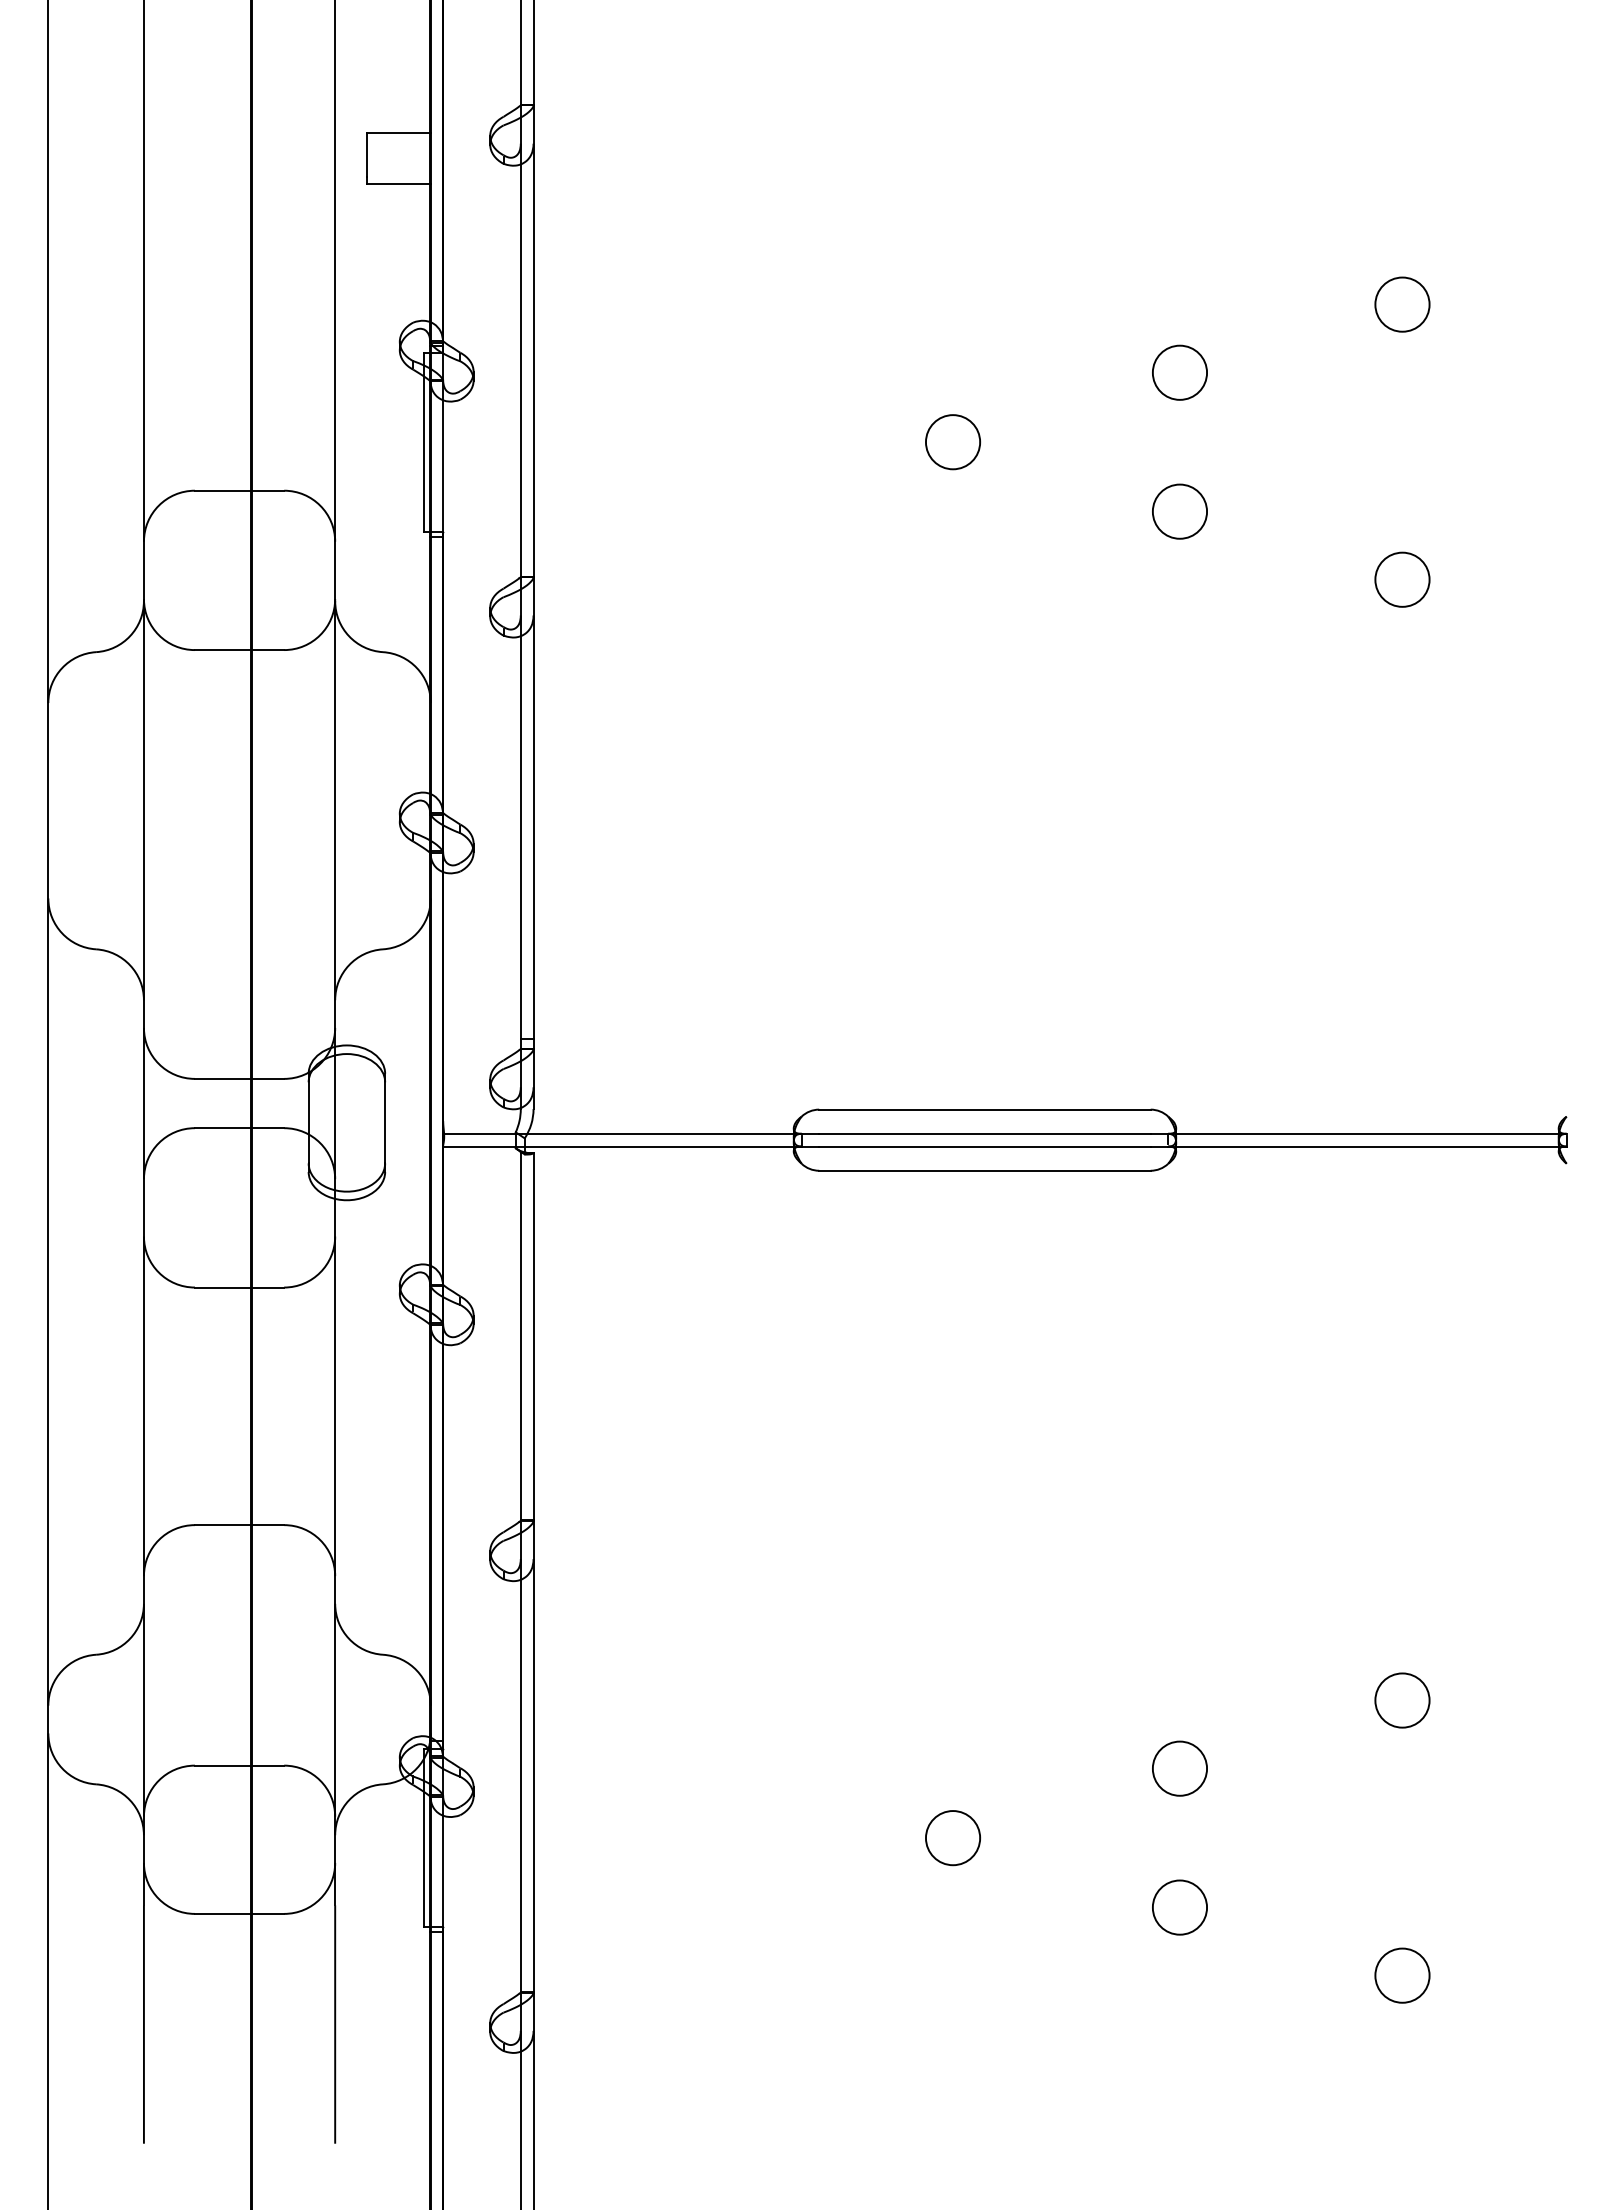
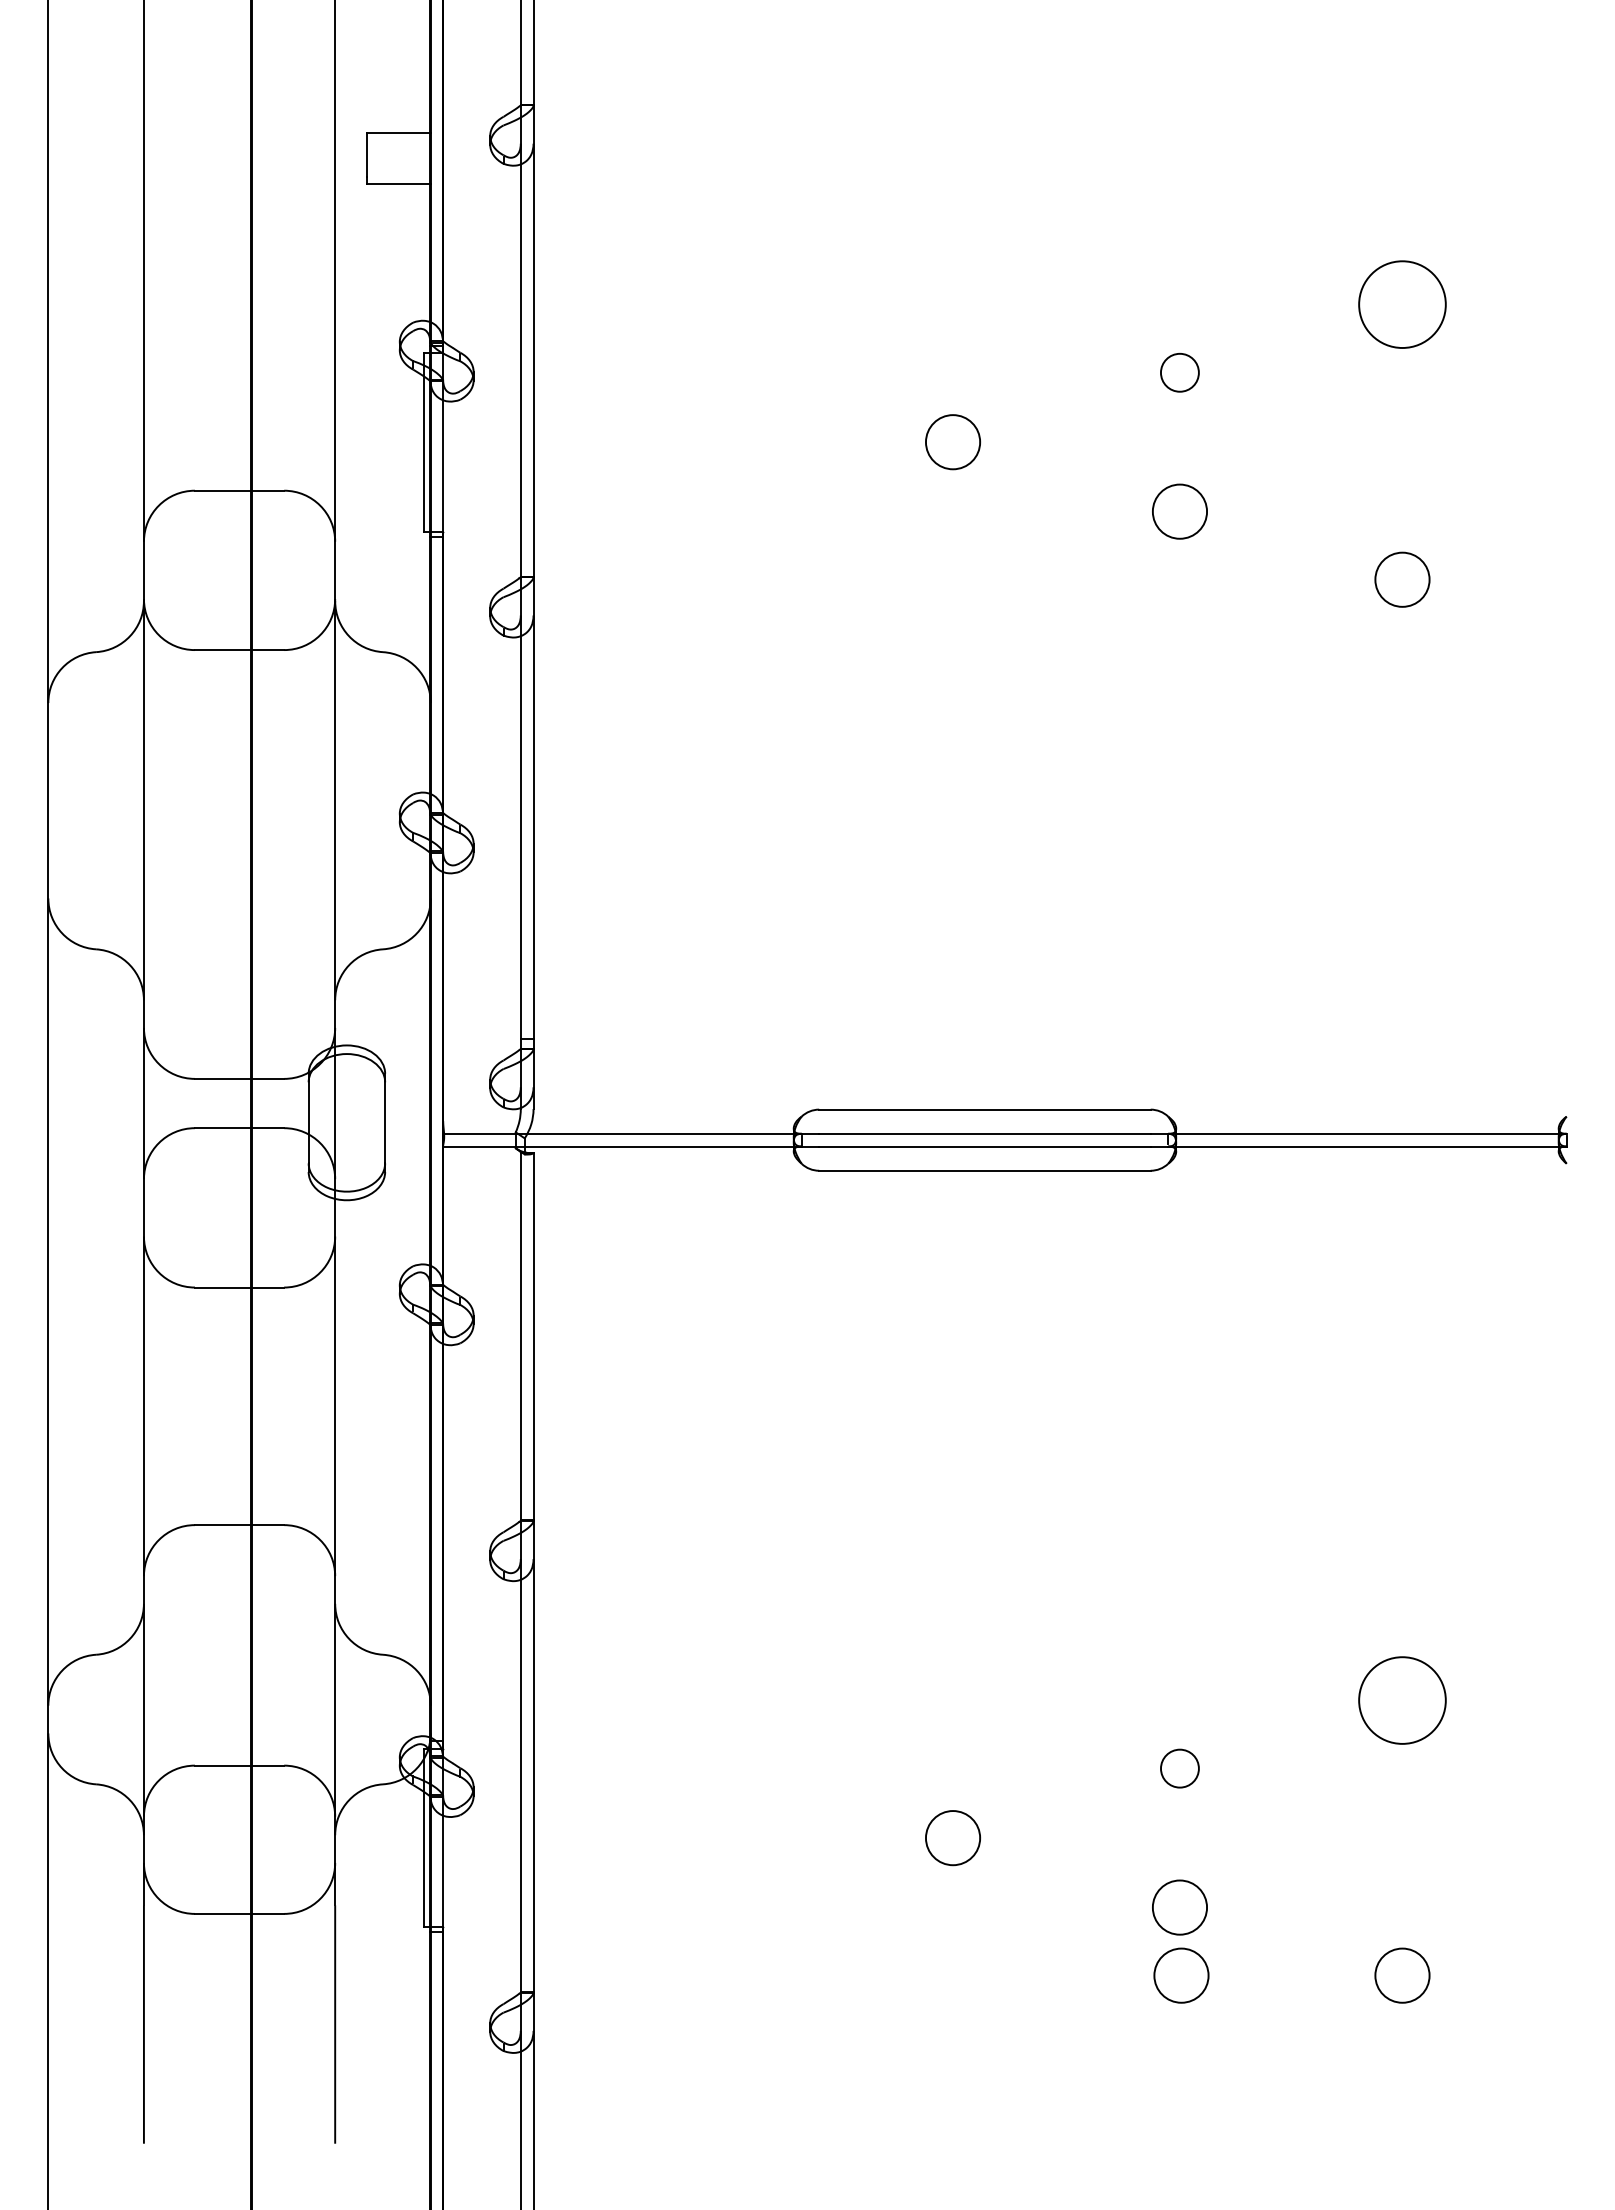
circle at (1402, 304) diameter: 54 px -> 87 px
circle at (1179, 372) diameter: 54 px -> 38 px
circle at (1402, 1700) diameter: 54 px -> 87 px
circle at (1179, 1768) size: 56x57 px -> 40x41 px
circle at (1181, 1975): none -> present
